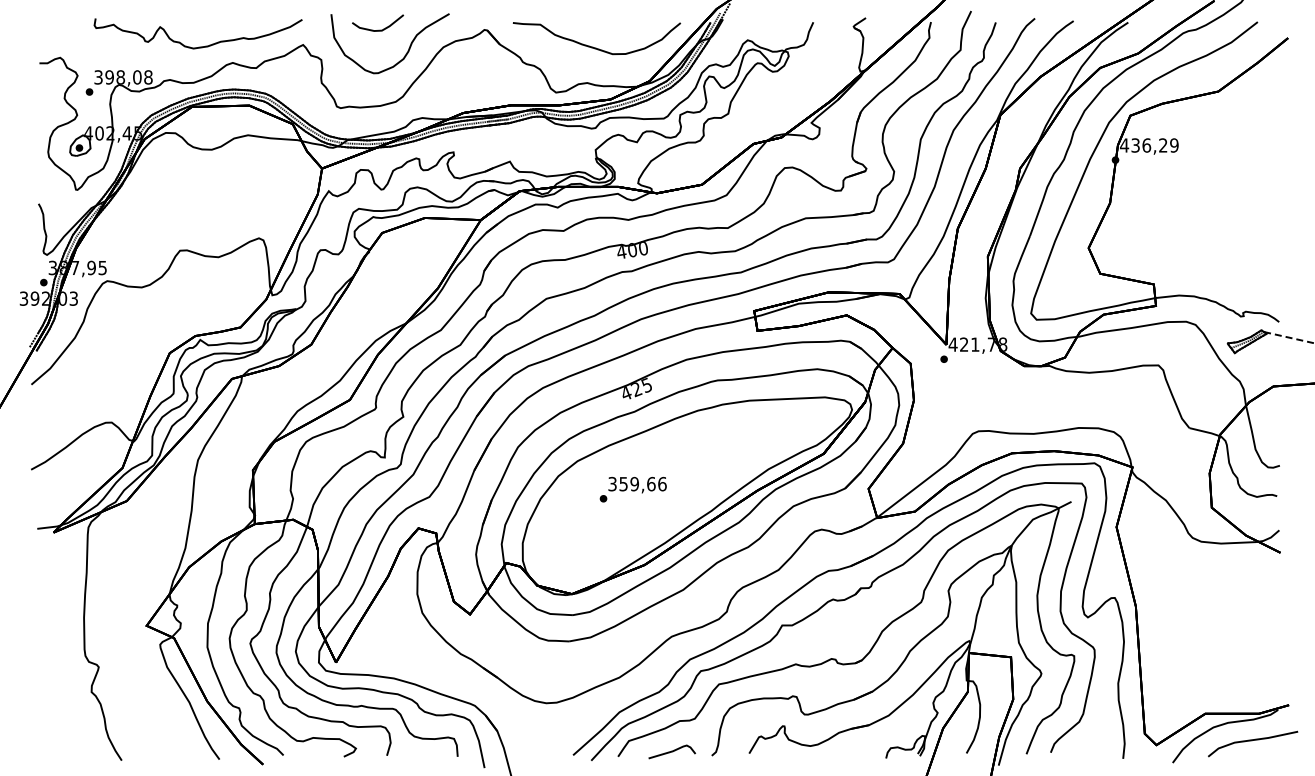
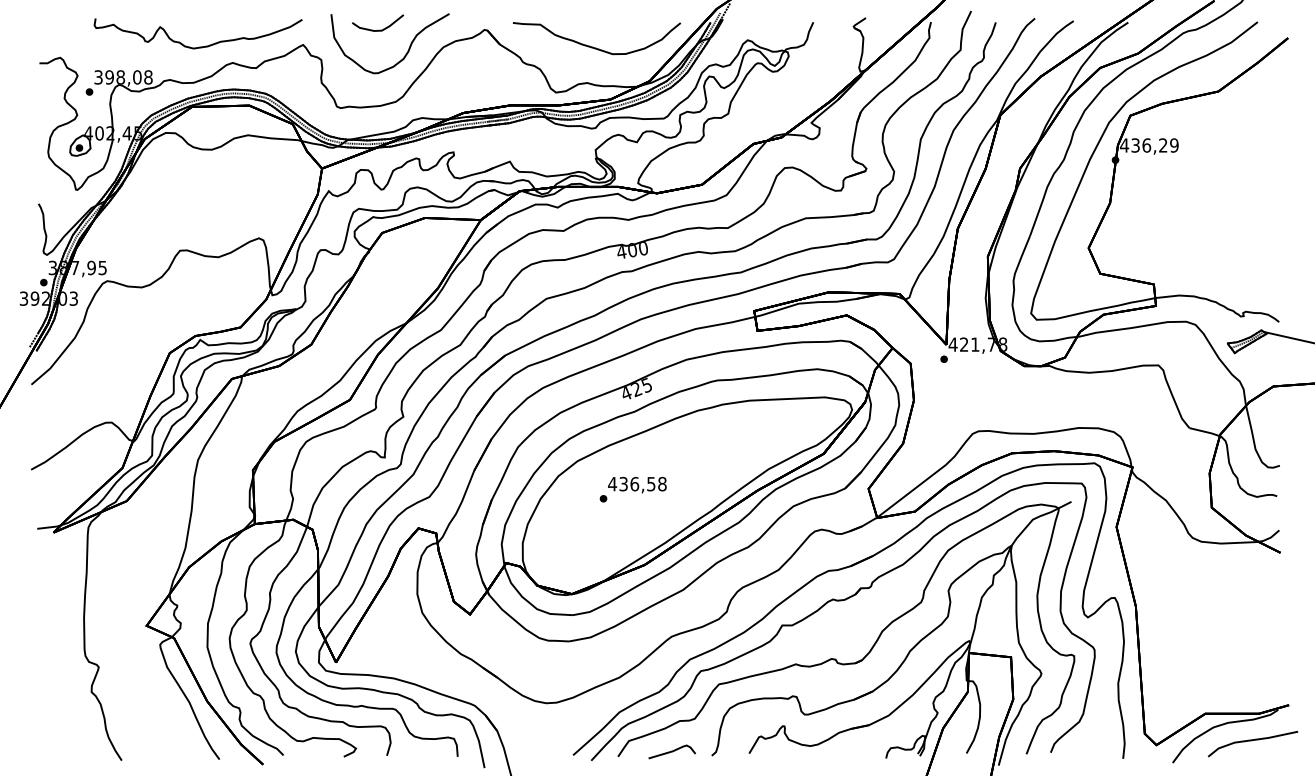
line at (1289, 337): dashed -> solid
text at (637, 483): 359,66 -> 436,58
